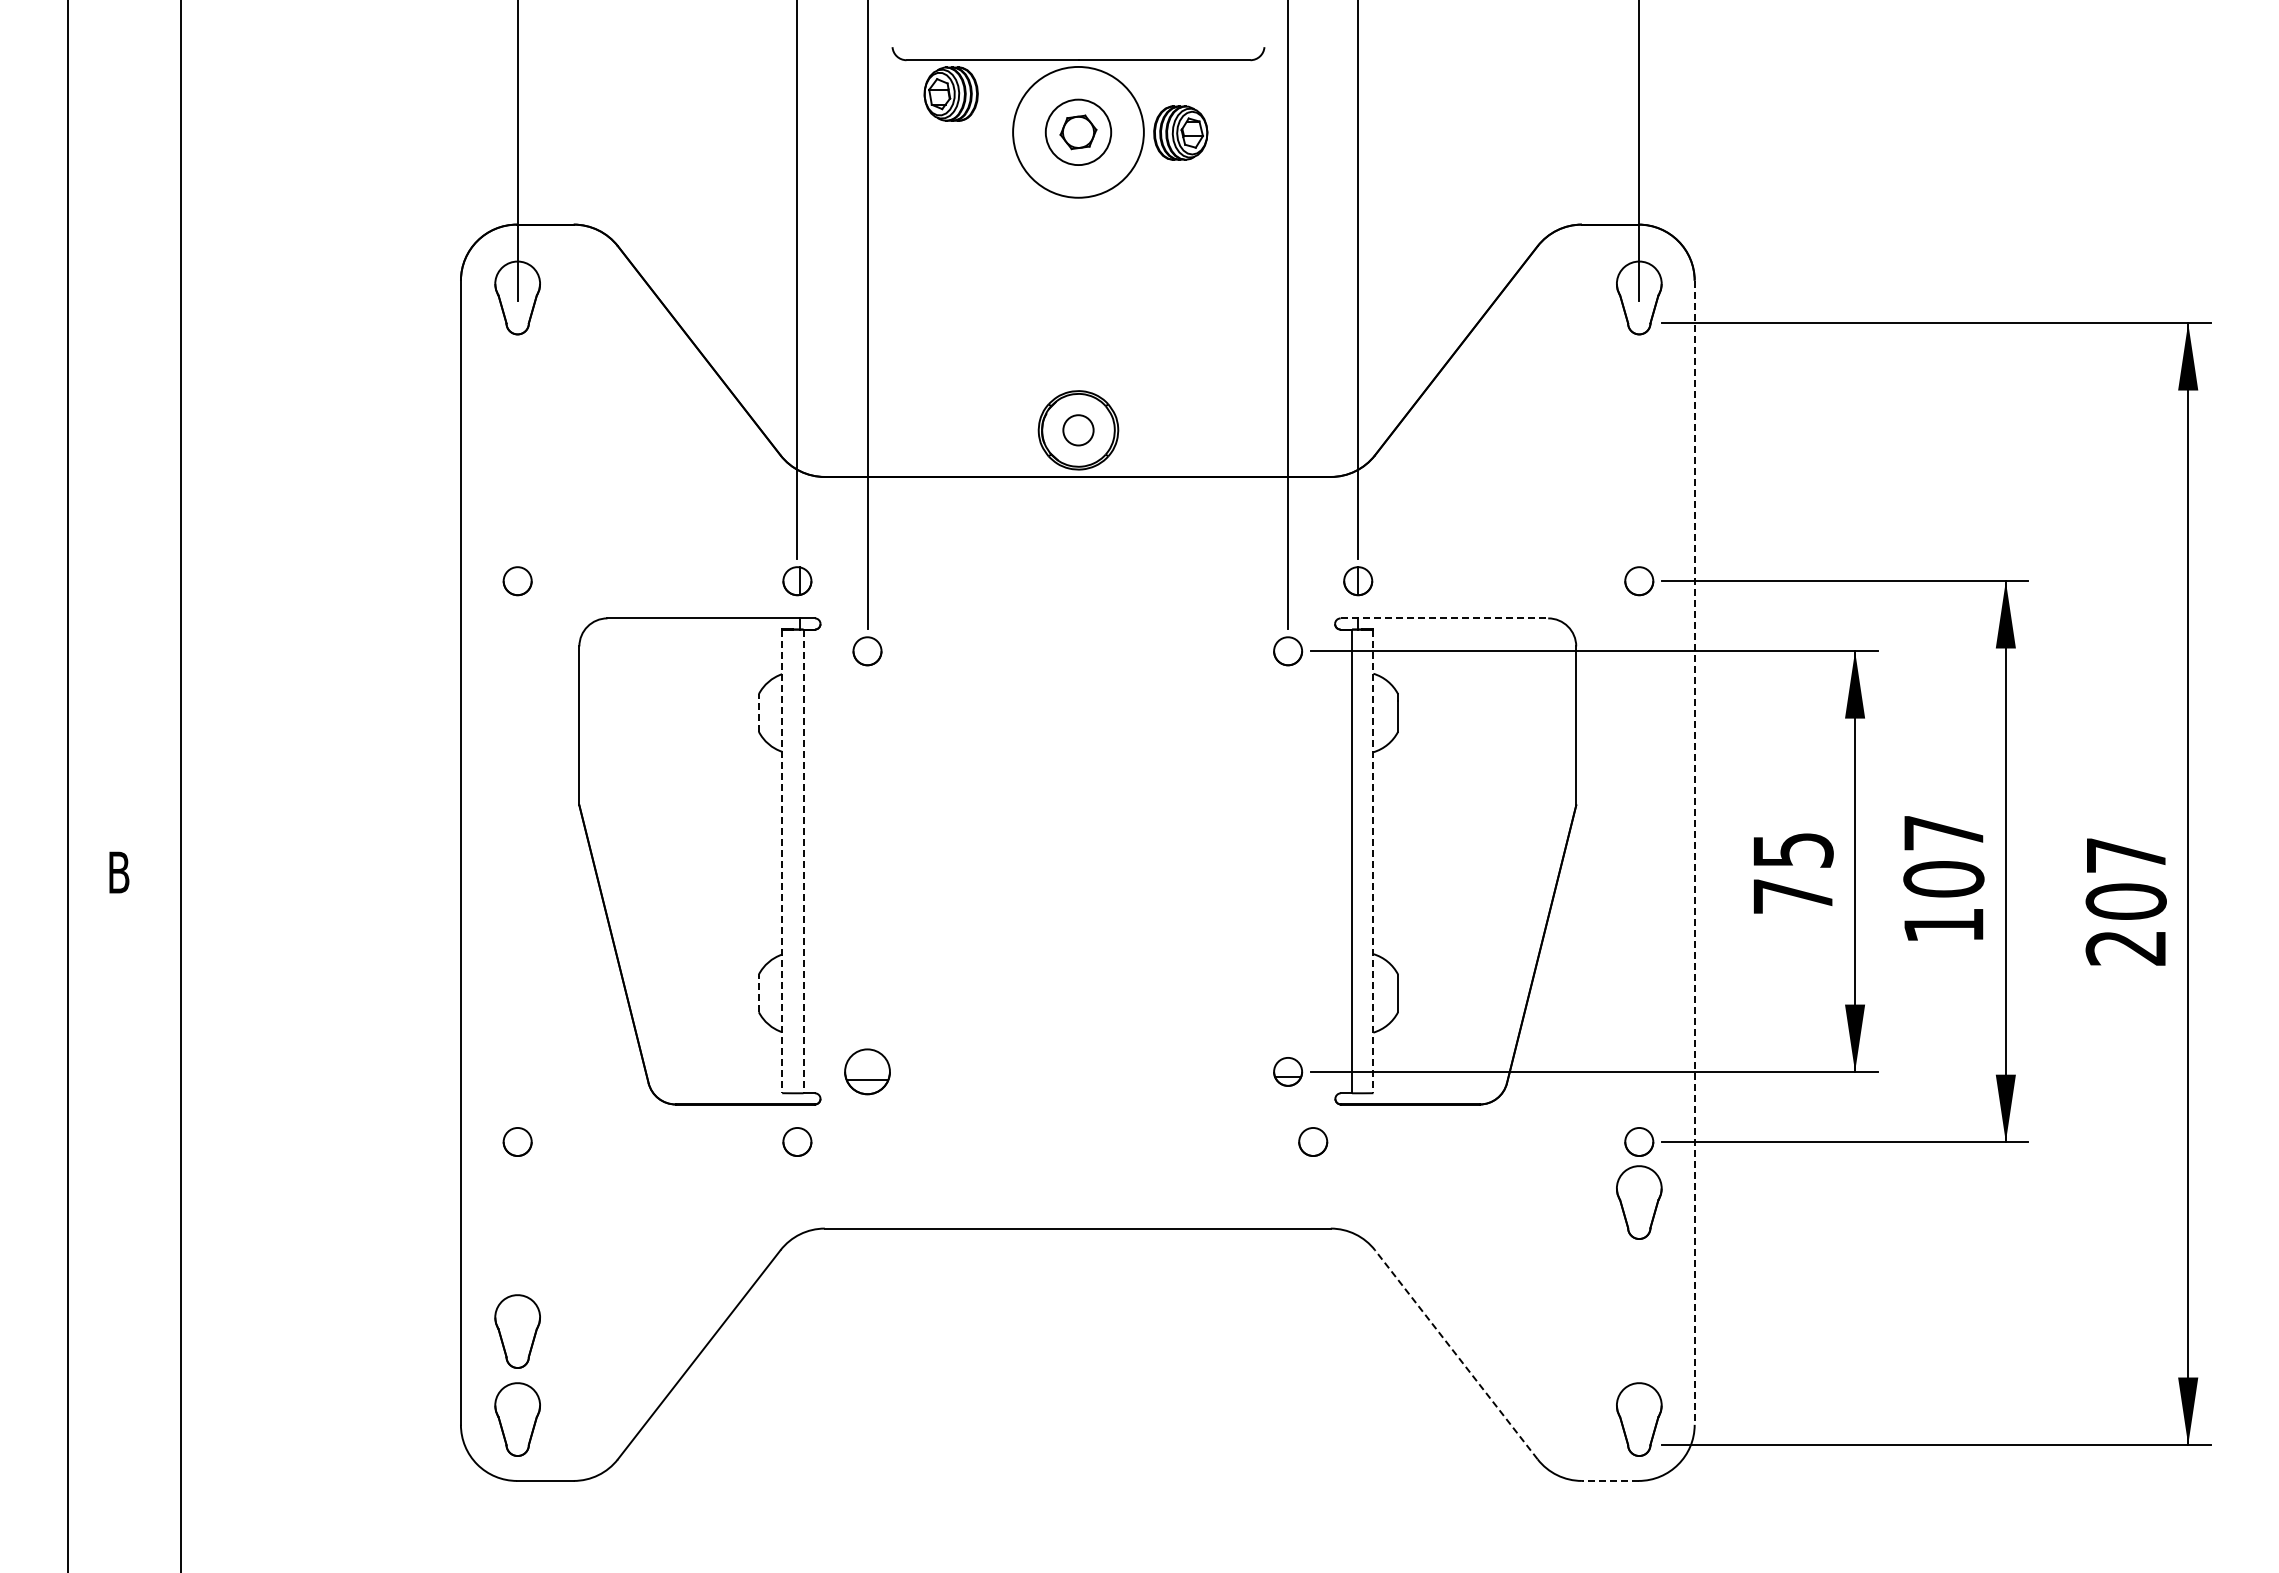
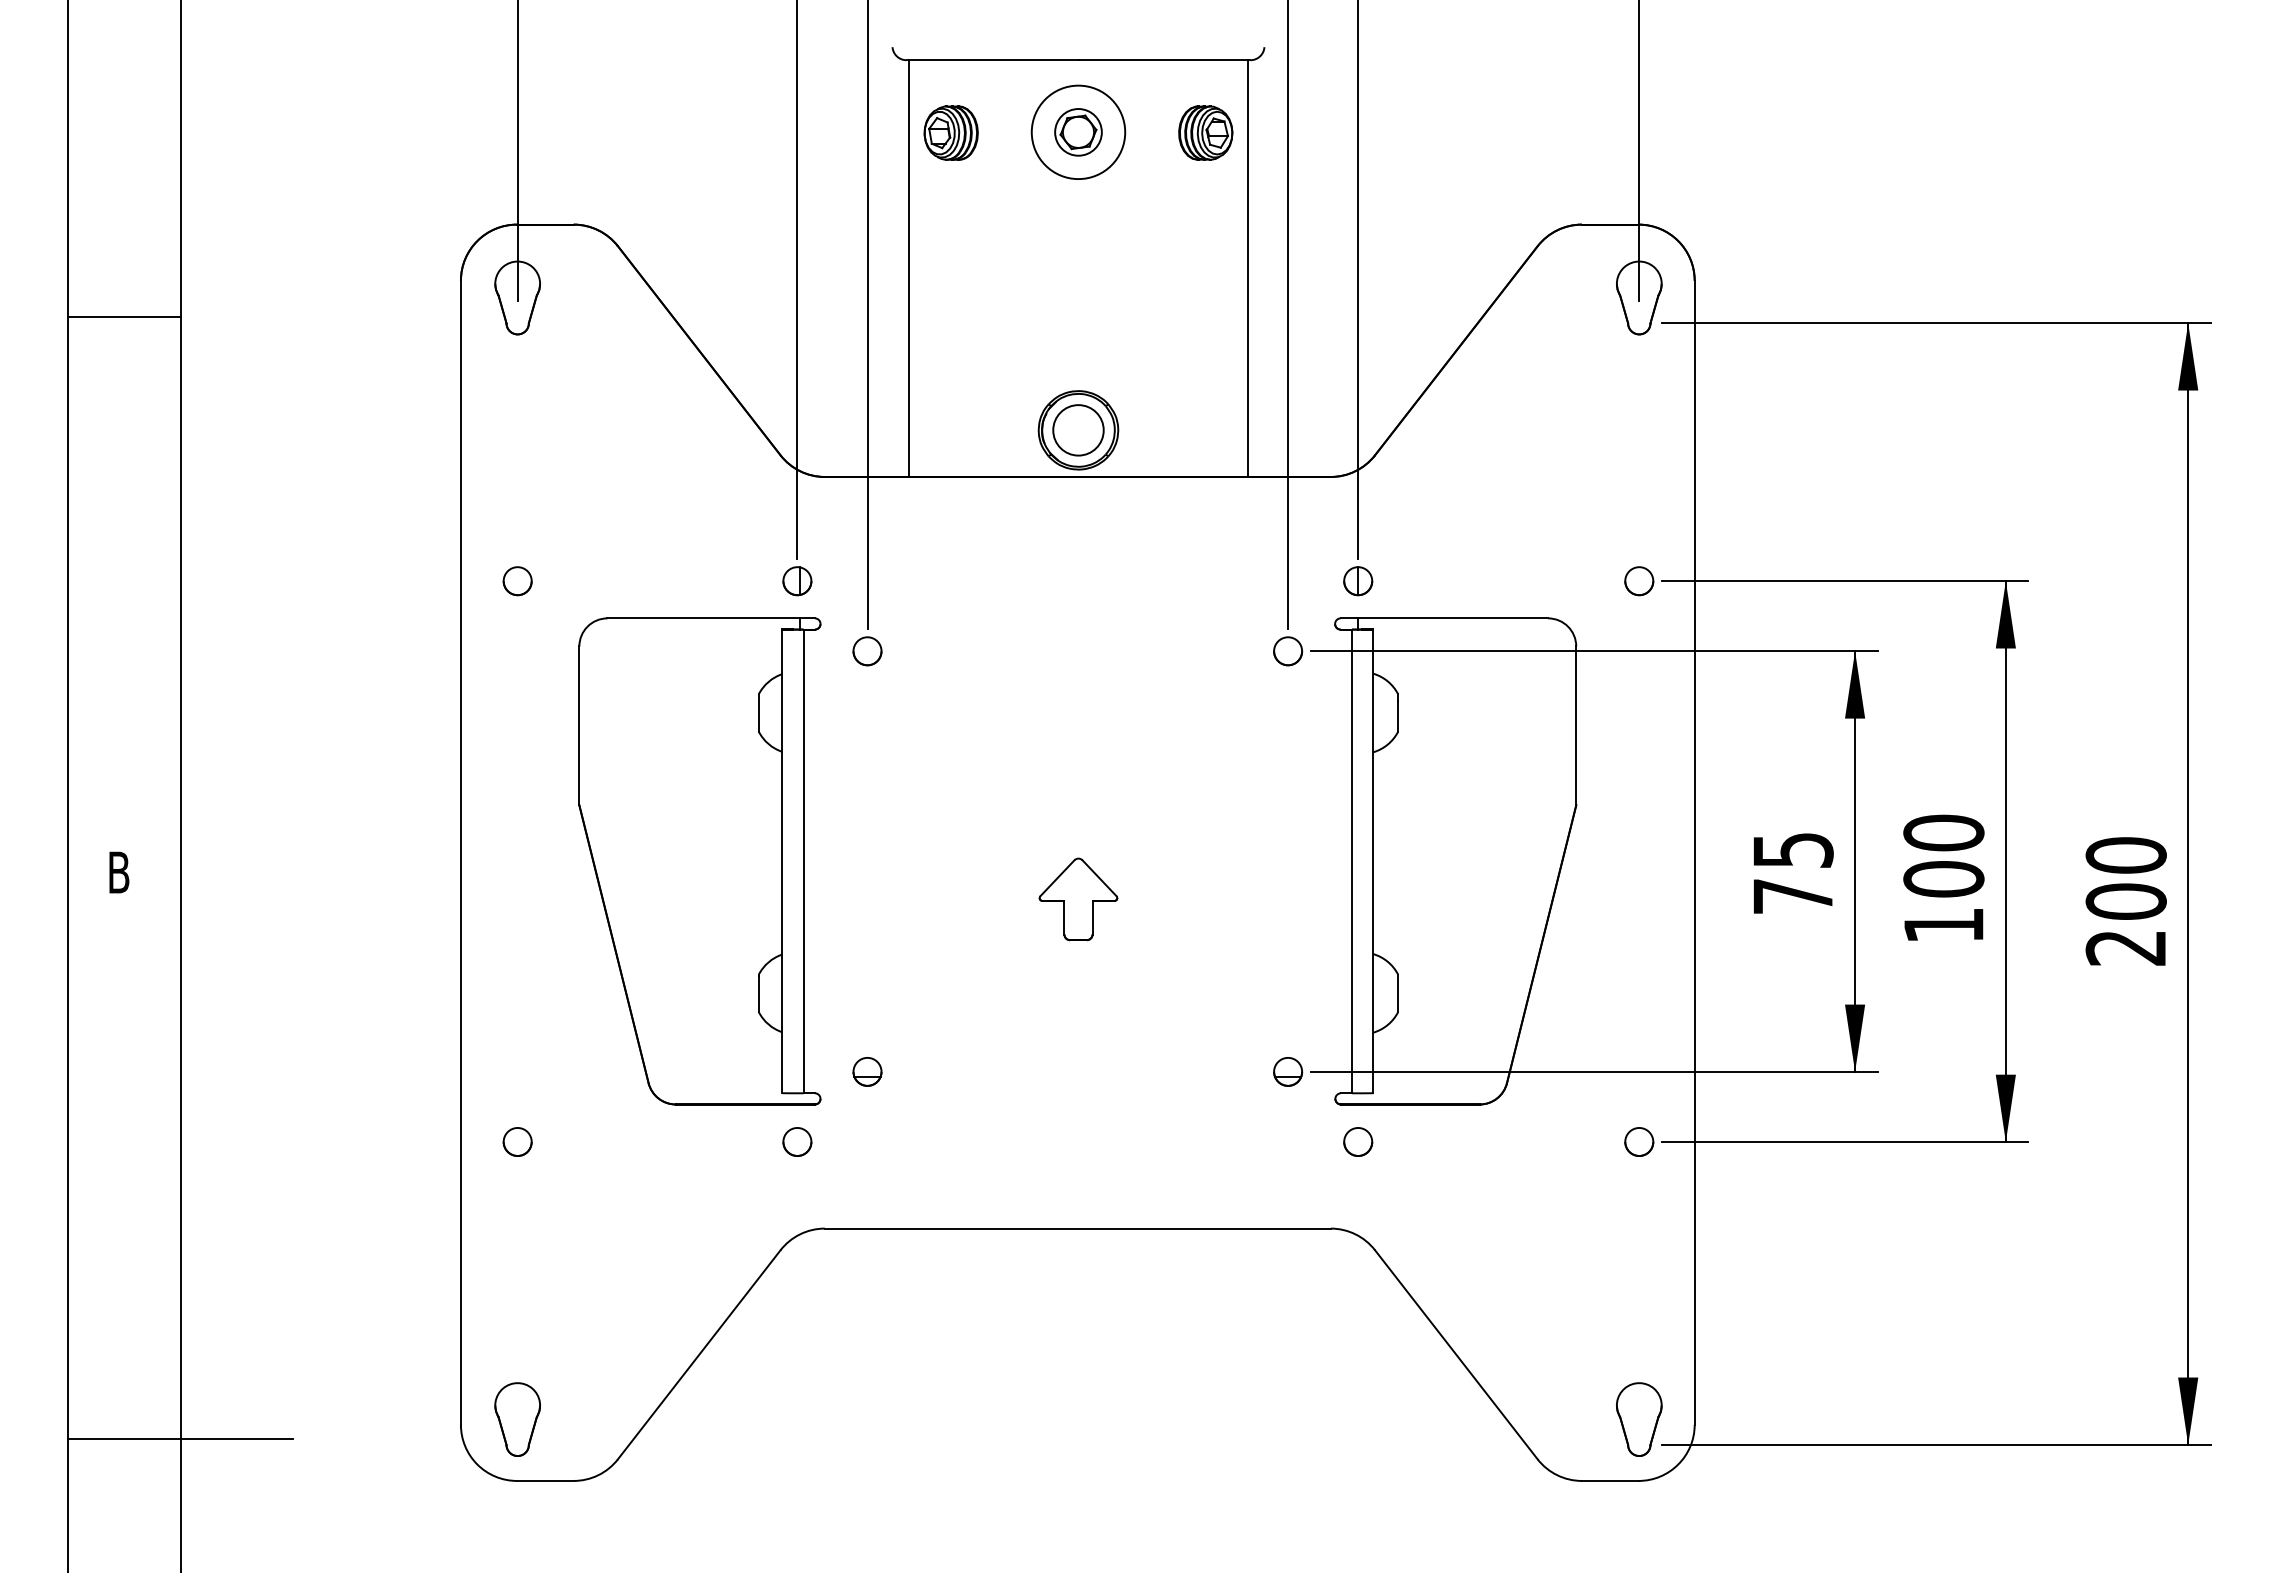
part at (950, 93) position: (950, 93) -> (950, 132)
circle at (1078, 131) diameter: 131 px -> 93 px
circle at (1078, 132) diameter: 65 px -> 47 px
part at (1180, 132) position: (1180, 132) -> (1205, 132)
line at (909, 268): none -> present
line at (1247, 268): none -> present
line at (124, 317): none -> present
circle at (1078, 430) diameter: 30 px -> 50 px
line at (1444, 618): dashed -> solid
line at (758, 713): dashed -> solid
text at (1943, 832): 107 -> 100
line at (1694, 853): dashed -> solid
text at (2125, 855): 207 -> 200
line at (782, 861): dashed -> solid
line at (803, 861): dashed -> solid
line at (1373, 861): dashed -> solid
part at (1078, 899): none -> present
line at (758, 993): dashed -> solid
part at (867, 1071) size: 47x48 px -> 31x30 px
circle at (1313, 1141) position: (1313, 1141) -> (1358, 1141)
part at (1639, 1202): present -> none
part at (517, 1331): present -> none
line at (1456, 1354): dashed -> solid
line at (180, 1438): none -> present
line at (1609, 1480): dashed -> solid
